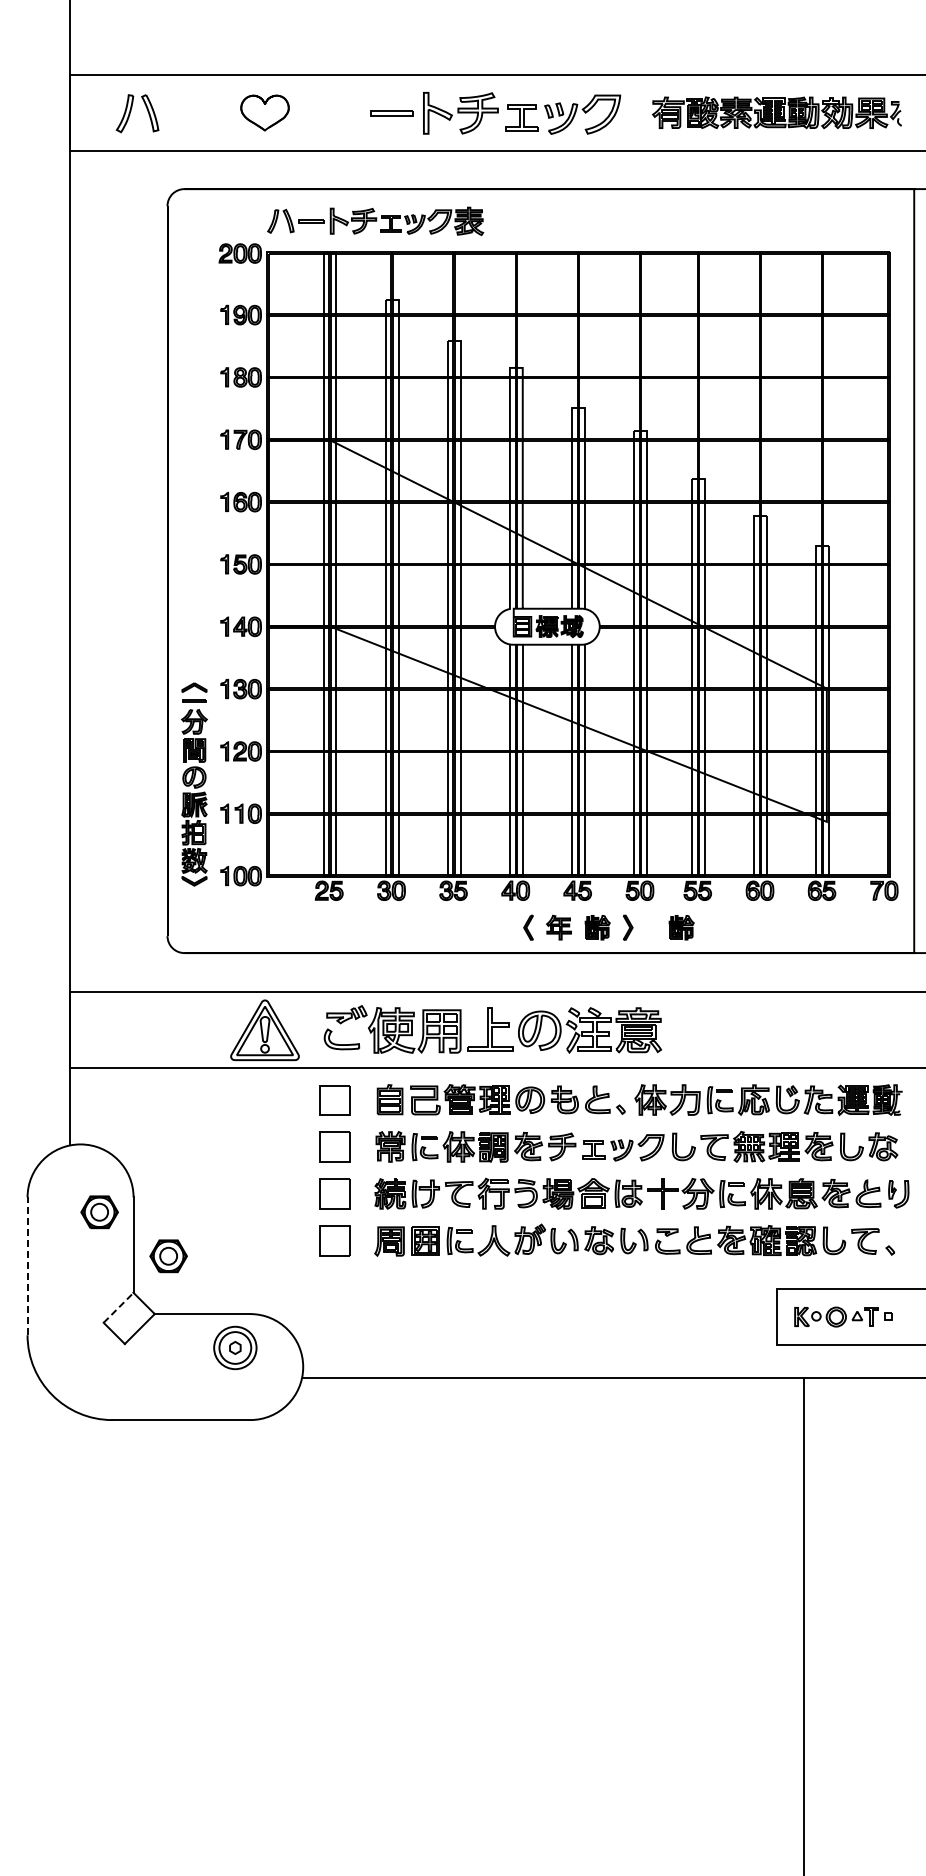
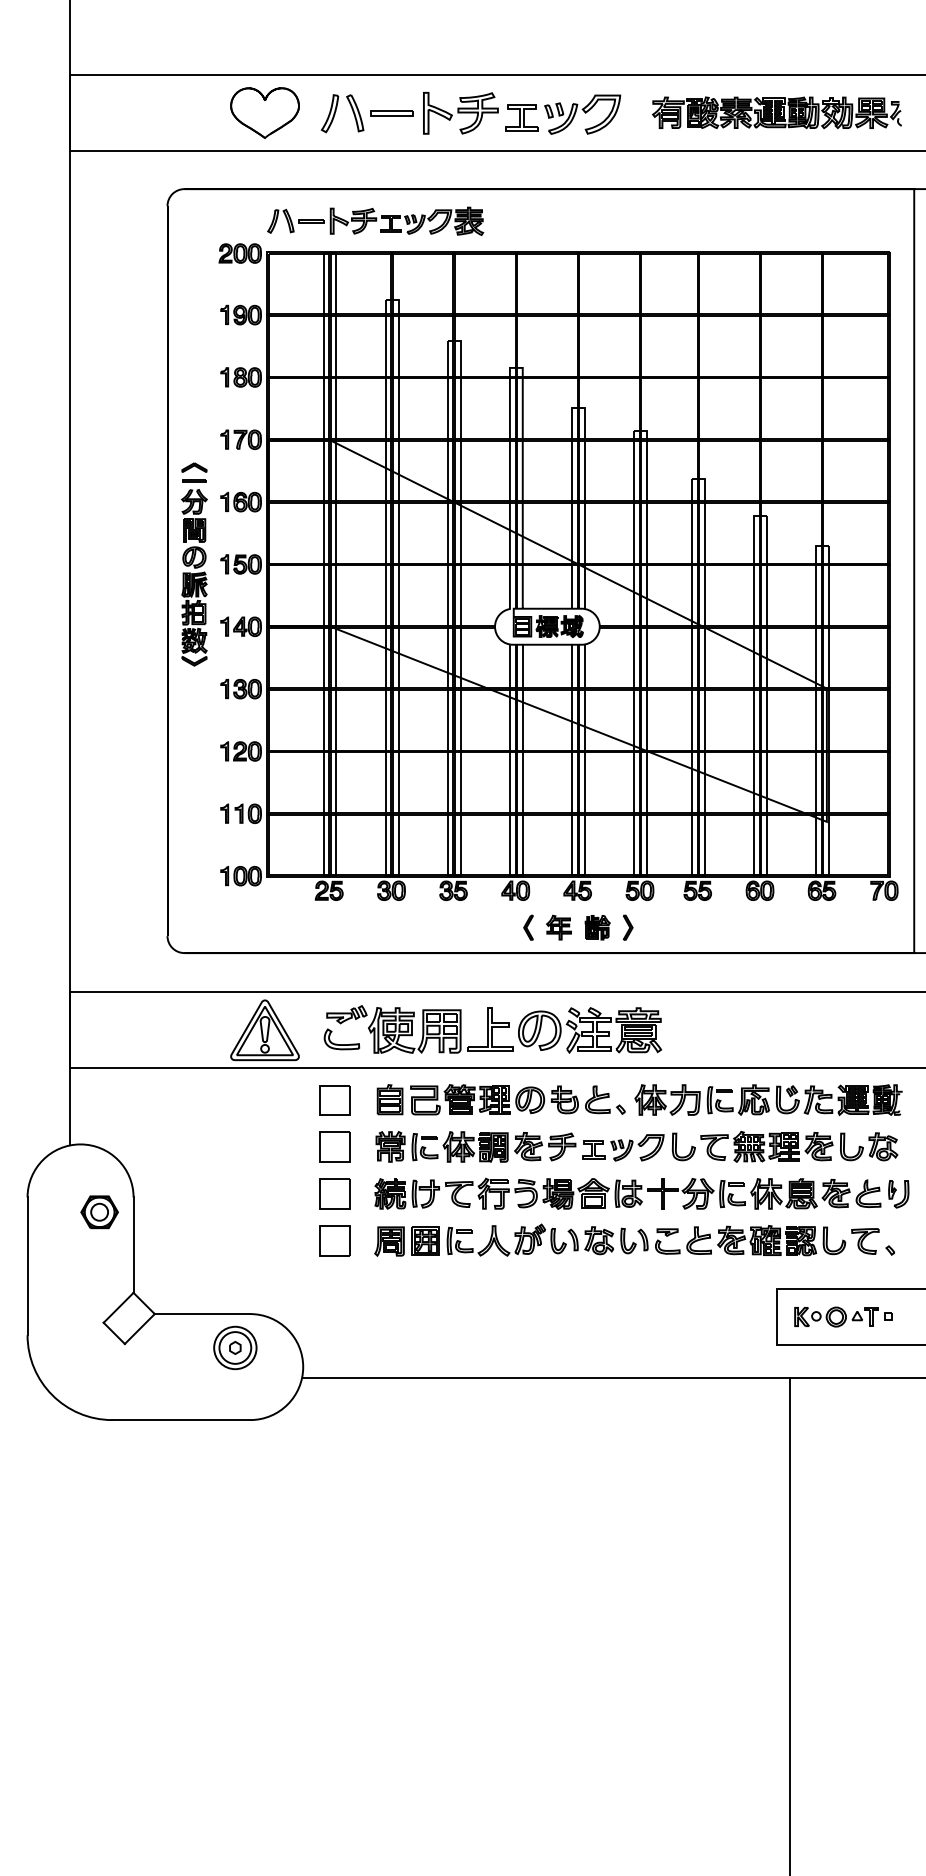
part at (131, 111) position: (131, 111) -> (336, 111)
part at (264, 112) size: 50x38 px -> 70x52 px
part at (194, 784) position: (194, 784) -> (194, 564)
part at (681, 927): present -> none
part at (168, 1256): present -> none
line at (27, 1266): dashed -> solid
line at (118, 1307): dashed -> solid
line at (803, 1624) position: (803, 1624) -> (789, 1624)
